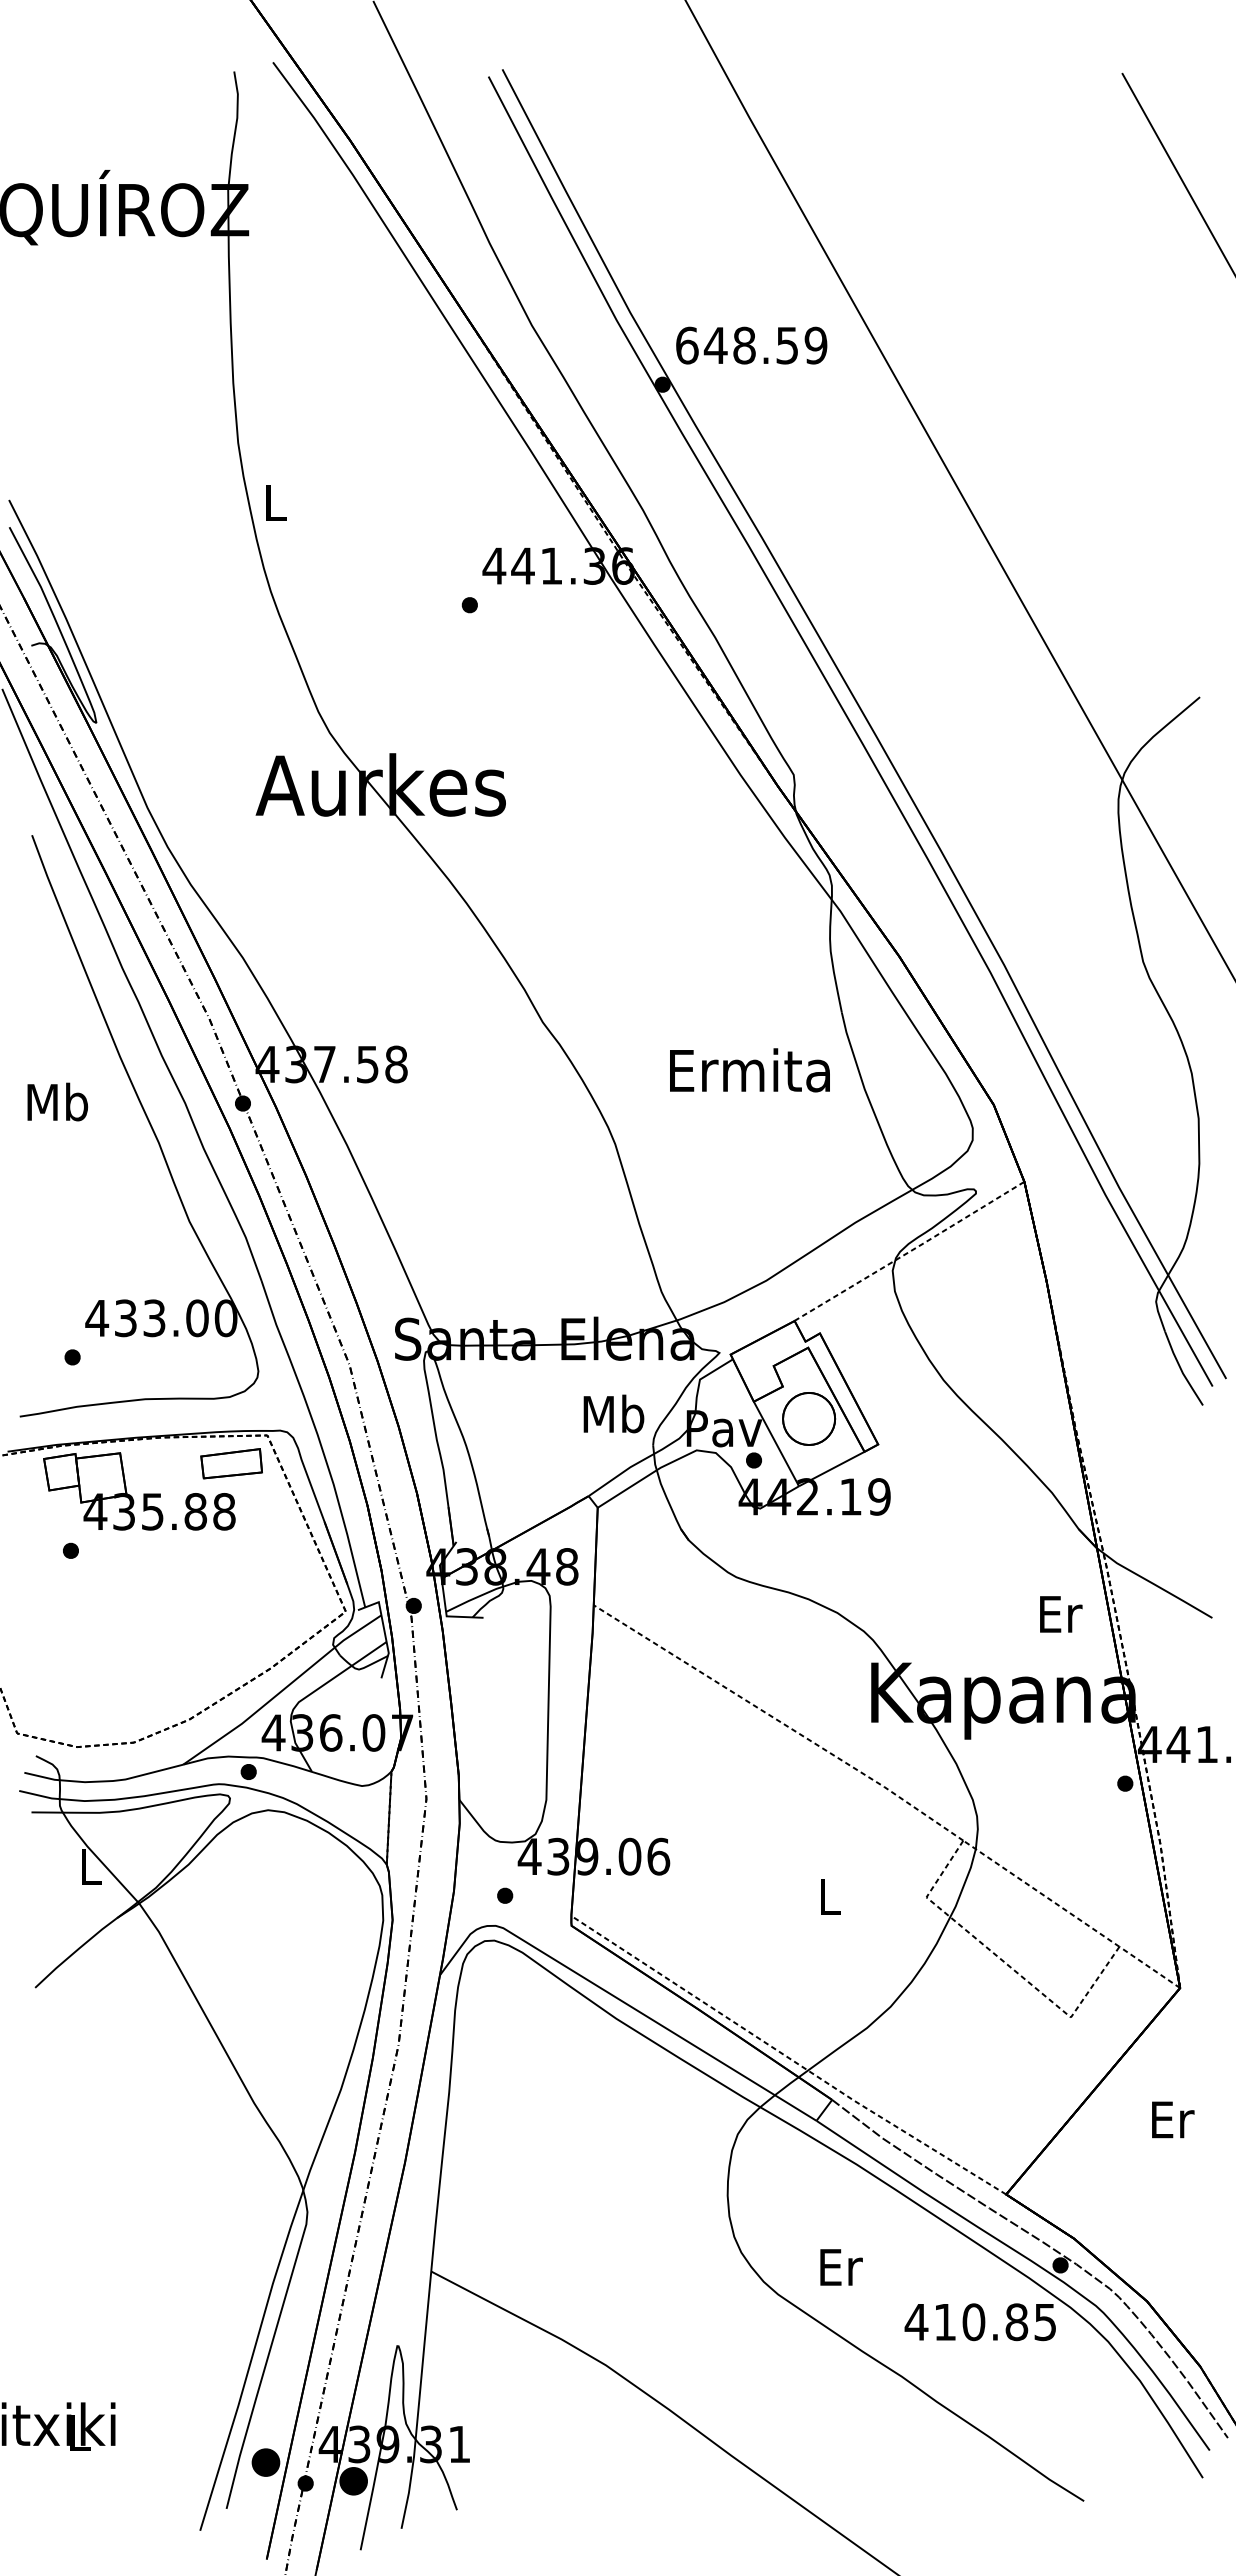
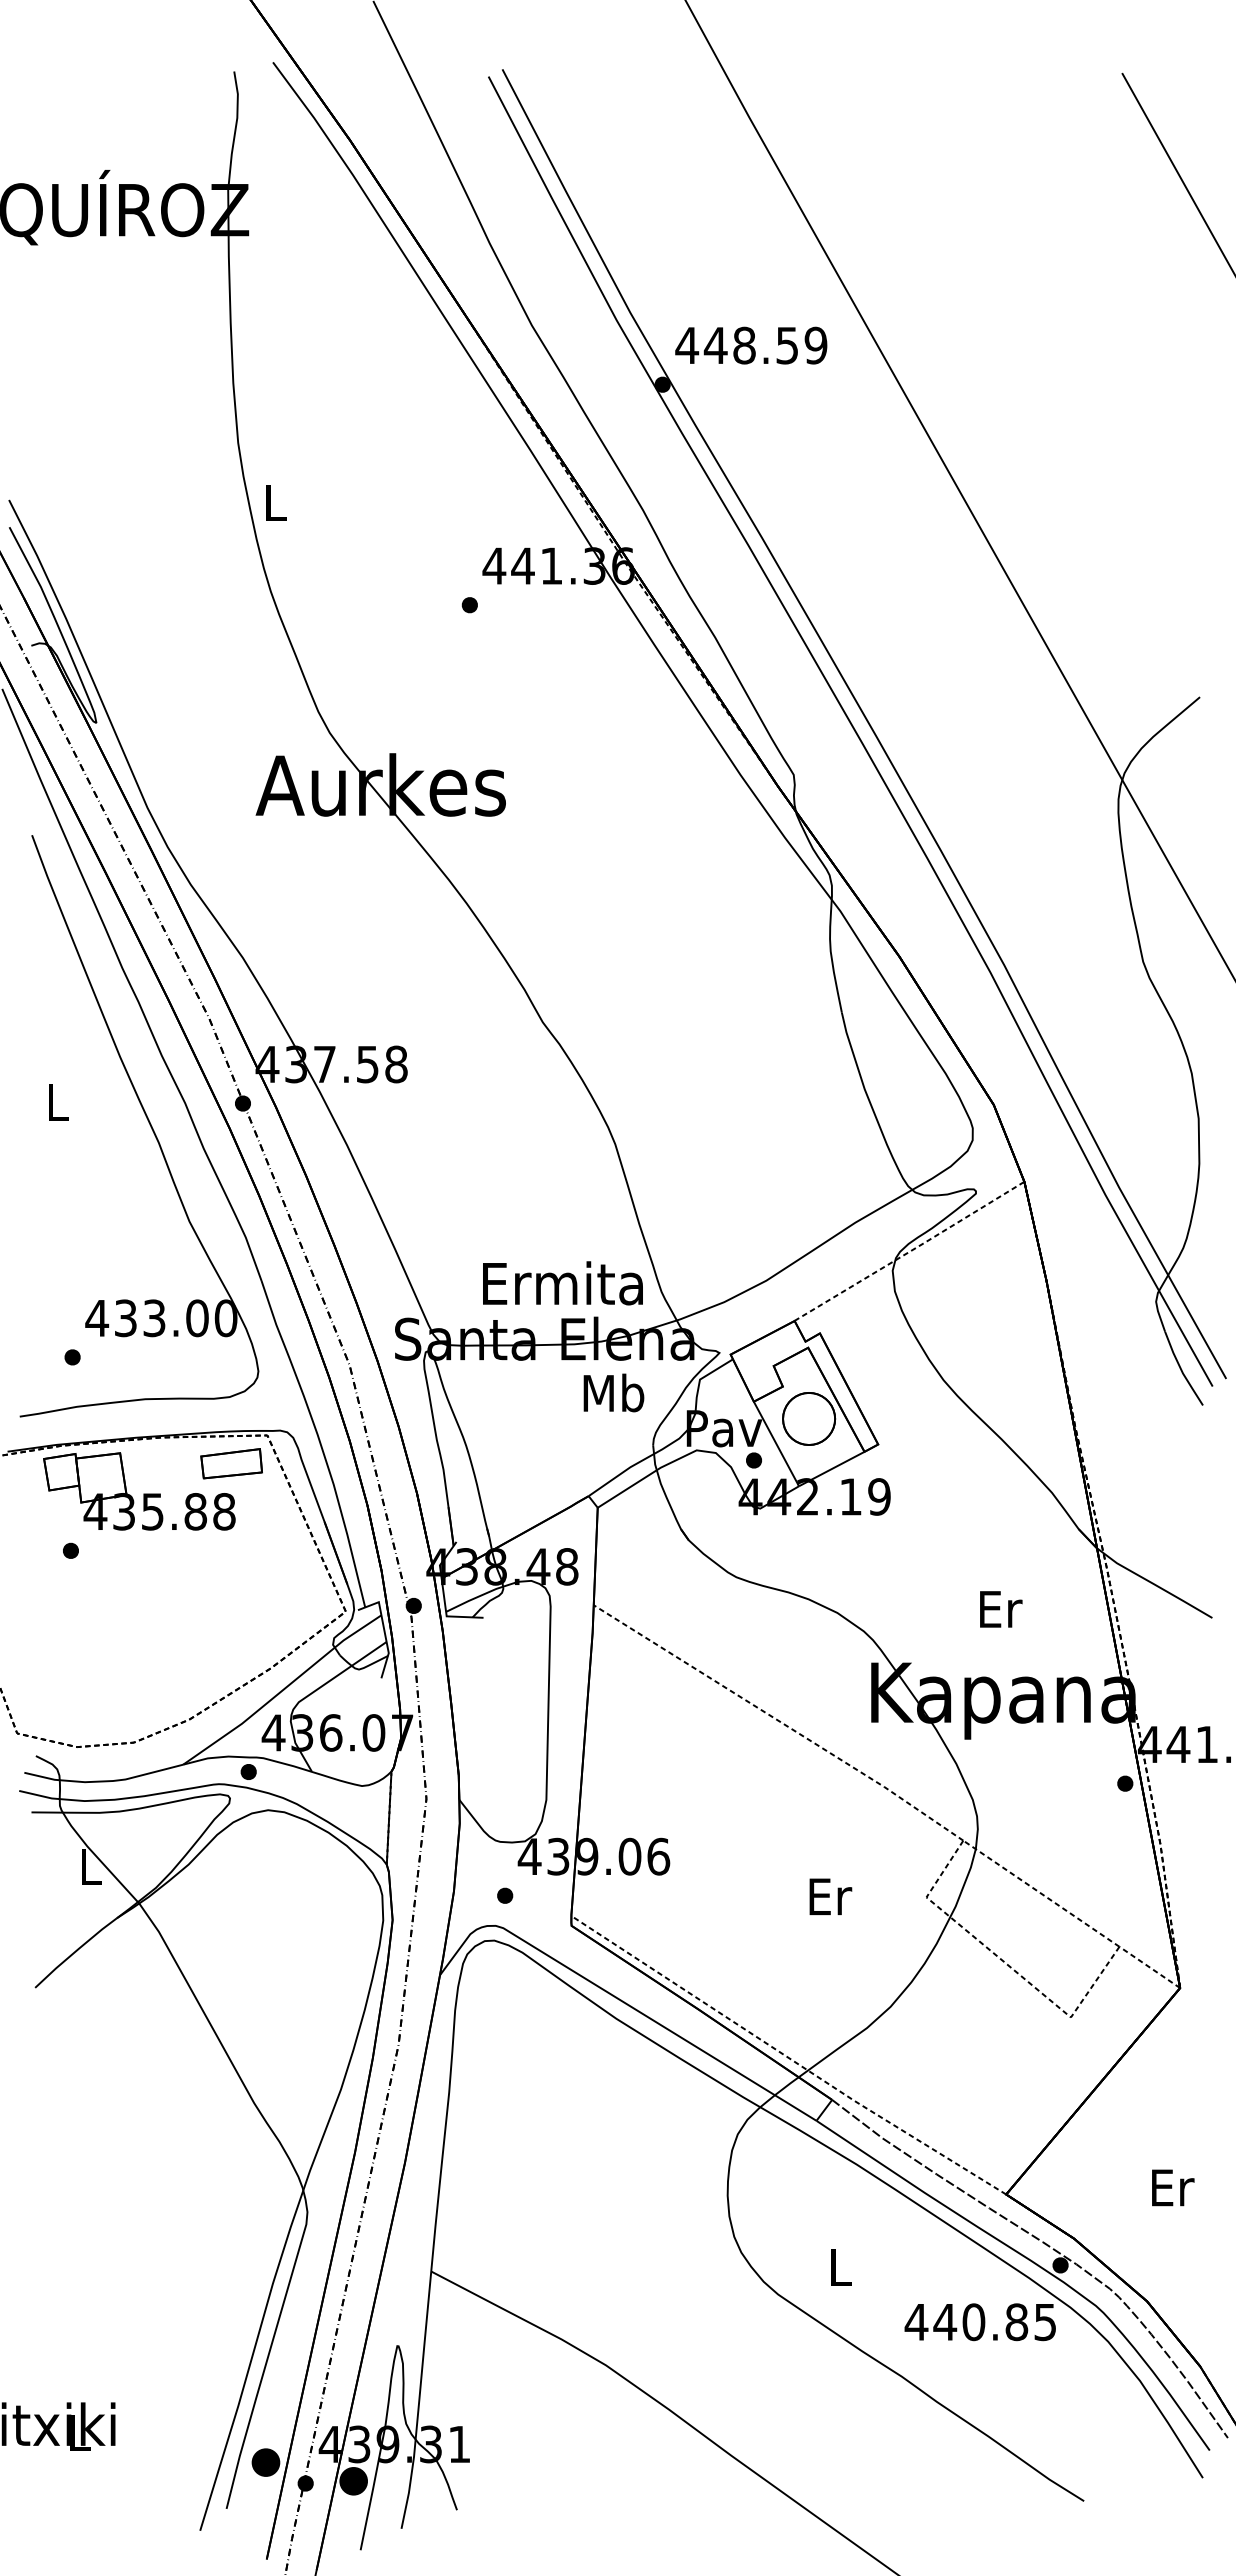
text at (687, 345): 648.59 -> 448.59
text at (749, 1070) position: (749, 1070) -> (562, 1283)
text at (57, 1101): Mb -> L
text at (613, 1413) position: (613, 1413) -> (613, 1392)
text at (1061, 1614) position: (1061, 1614) -> (1001, 1609)
text at (830, 1896): L -> Er
text at (1173, 2119) position: (1173, 2119) -> (1173, 2187)
text at (841, 2267): Er -> L
text at (945, 2322): 410.85 -> 440.85
